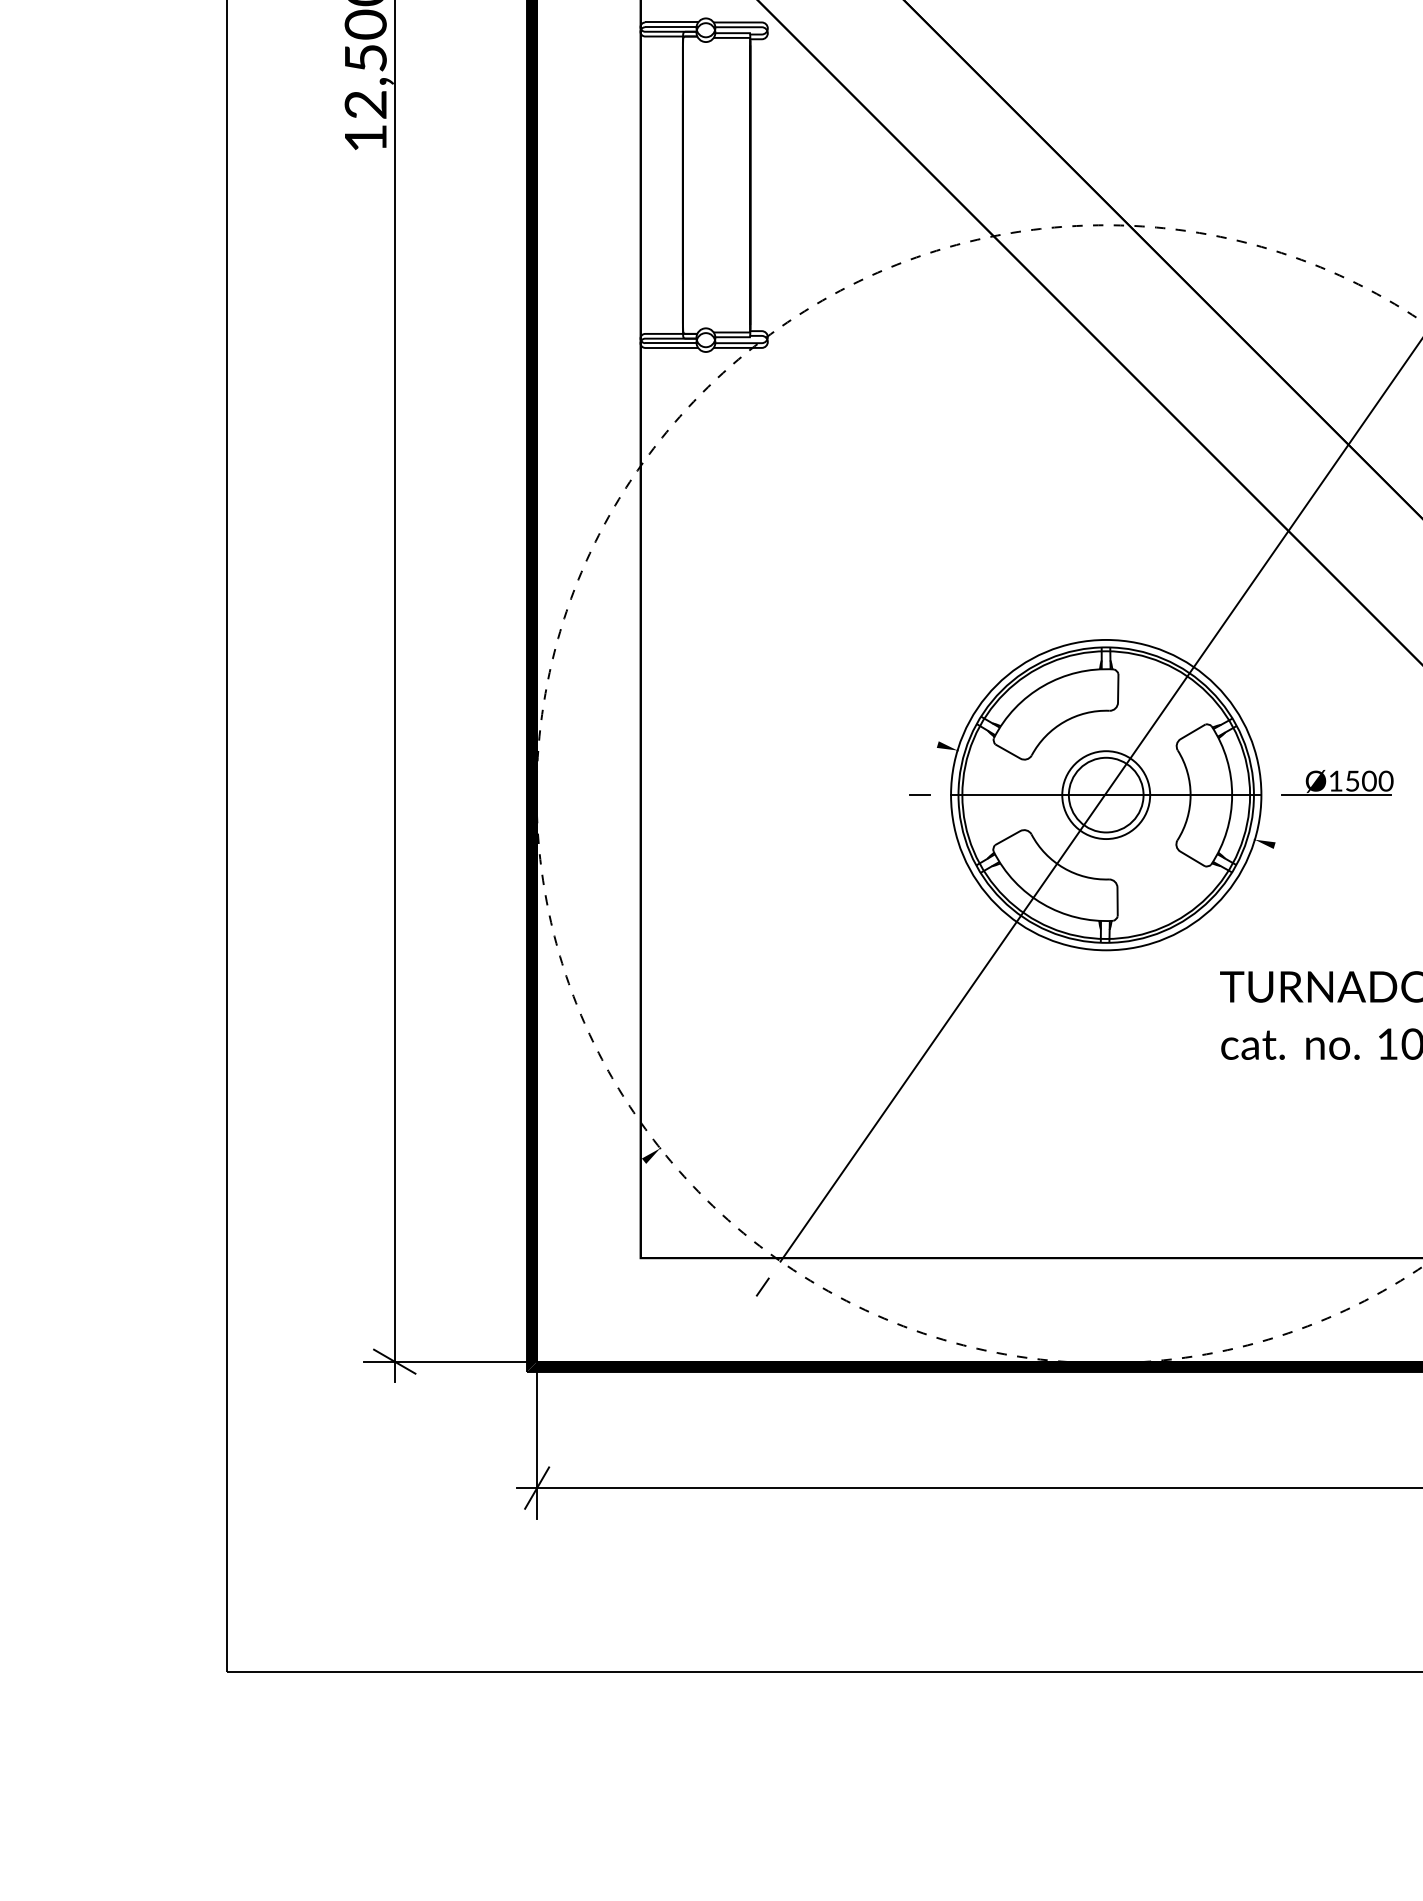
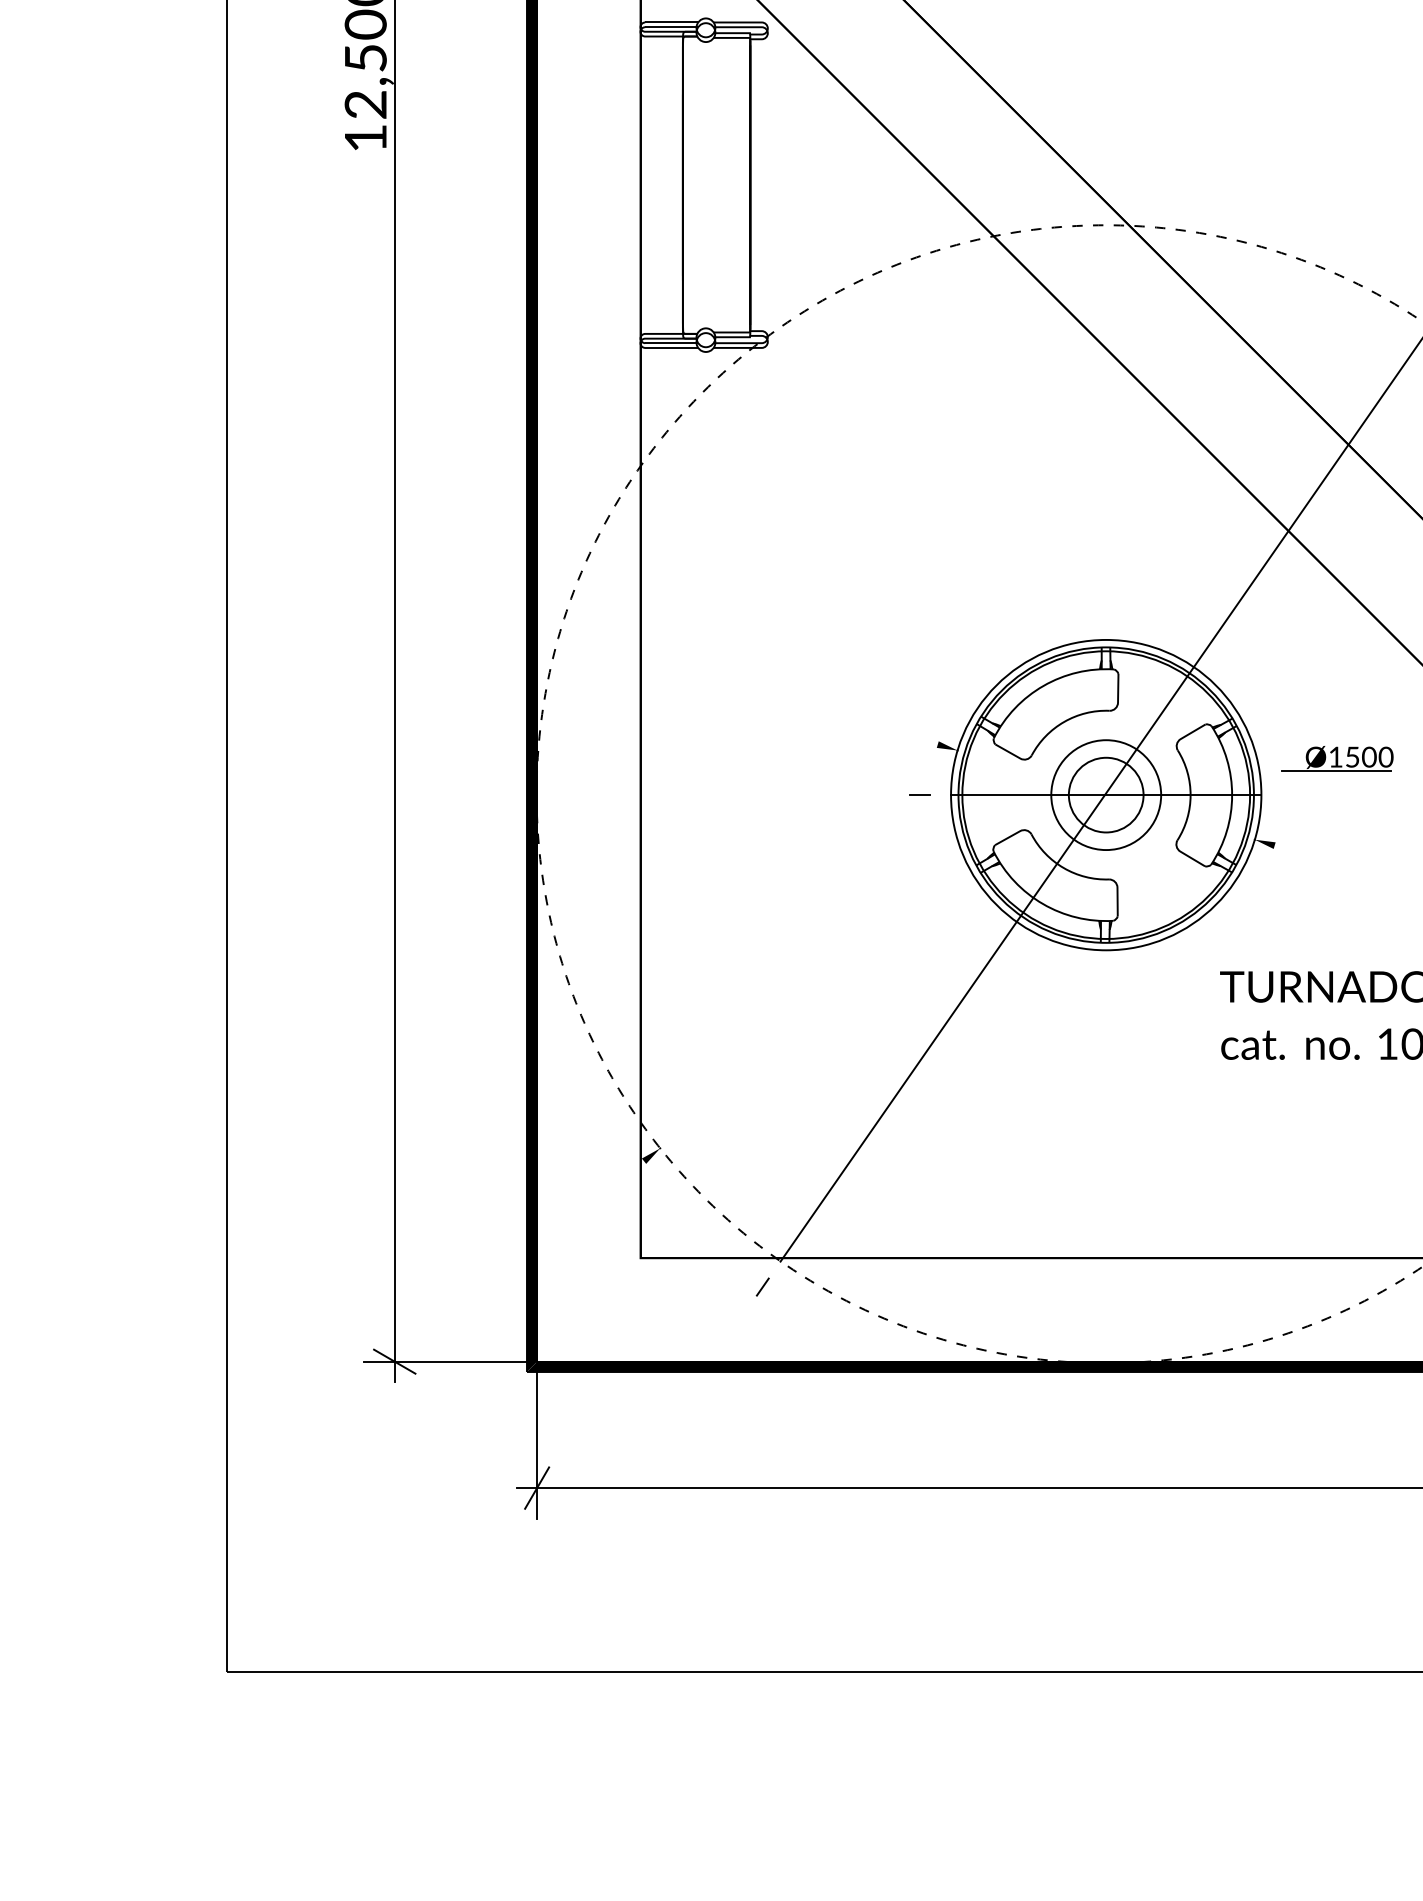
part at (1337, 782) position: (1337, 782) -> (1337, 758)
circle at (1106, 795) diameter: 88 px -> 110 px
